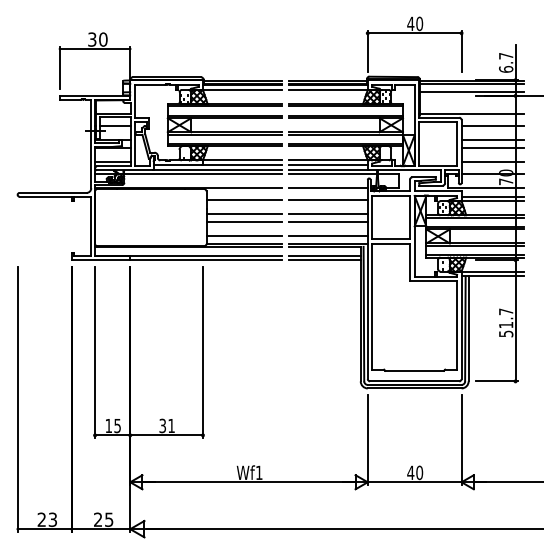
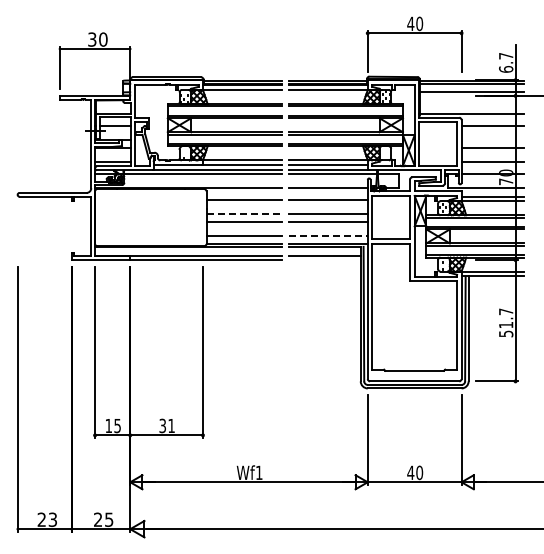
line at (492, 139): present -> none
line at (244, 213): solid -> dashed
line at (328, 235): solid -> dashed
line at (324, 260): present -> none
